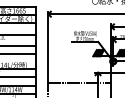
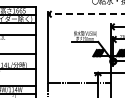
line at (86, 14): solid -> dashed
line at (18, 45): present -> none
line at (18, 77): present -> none
